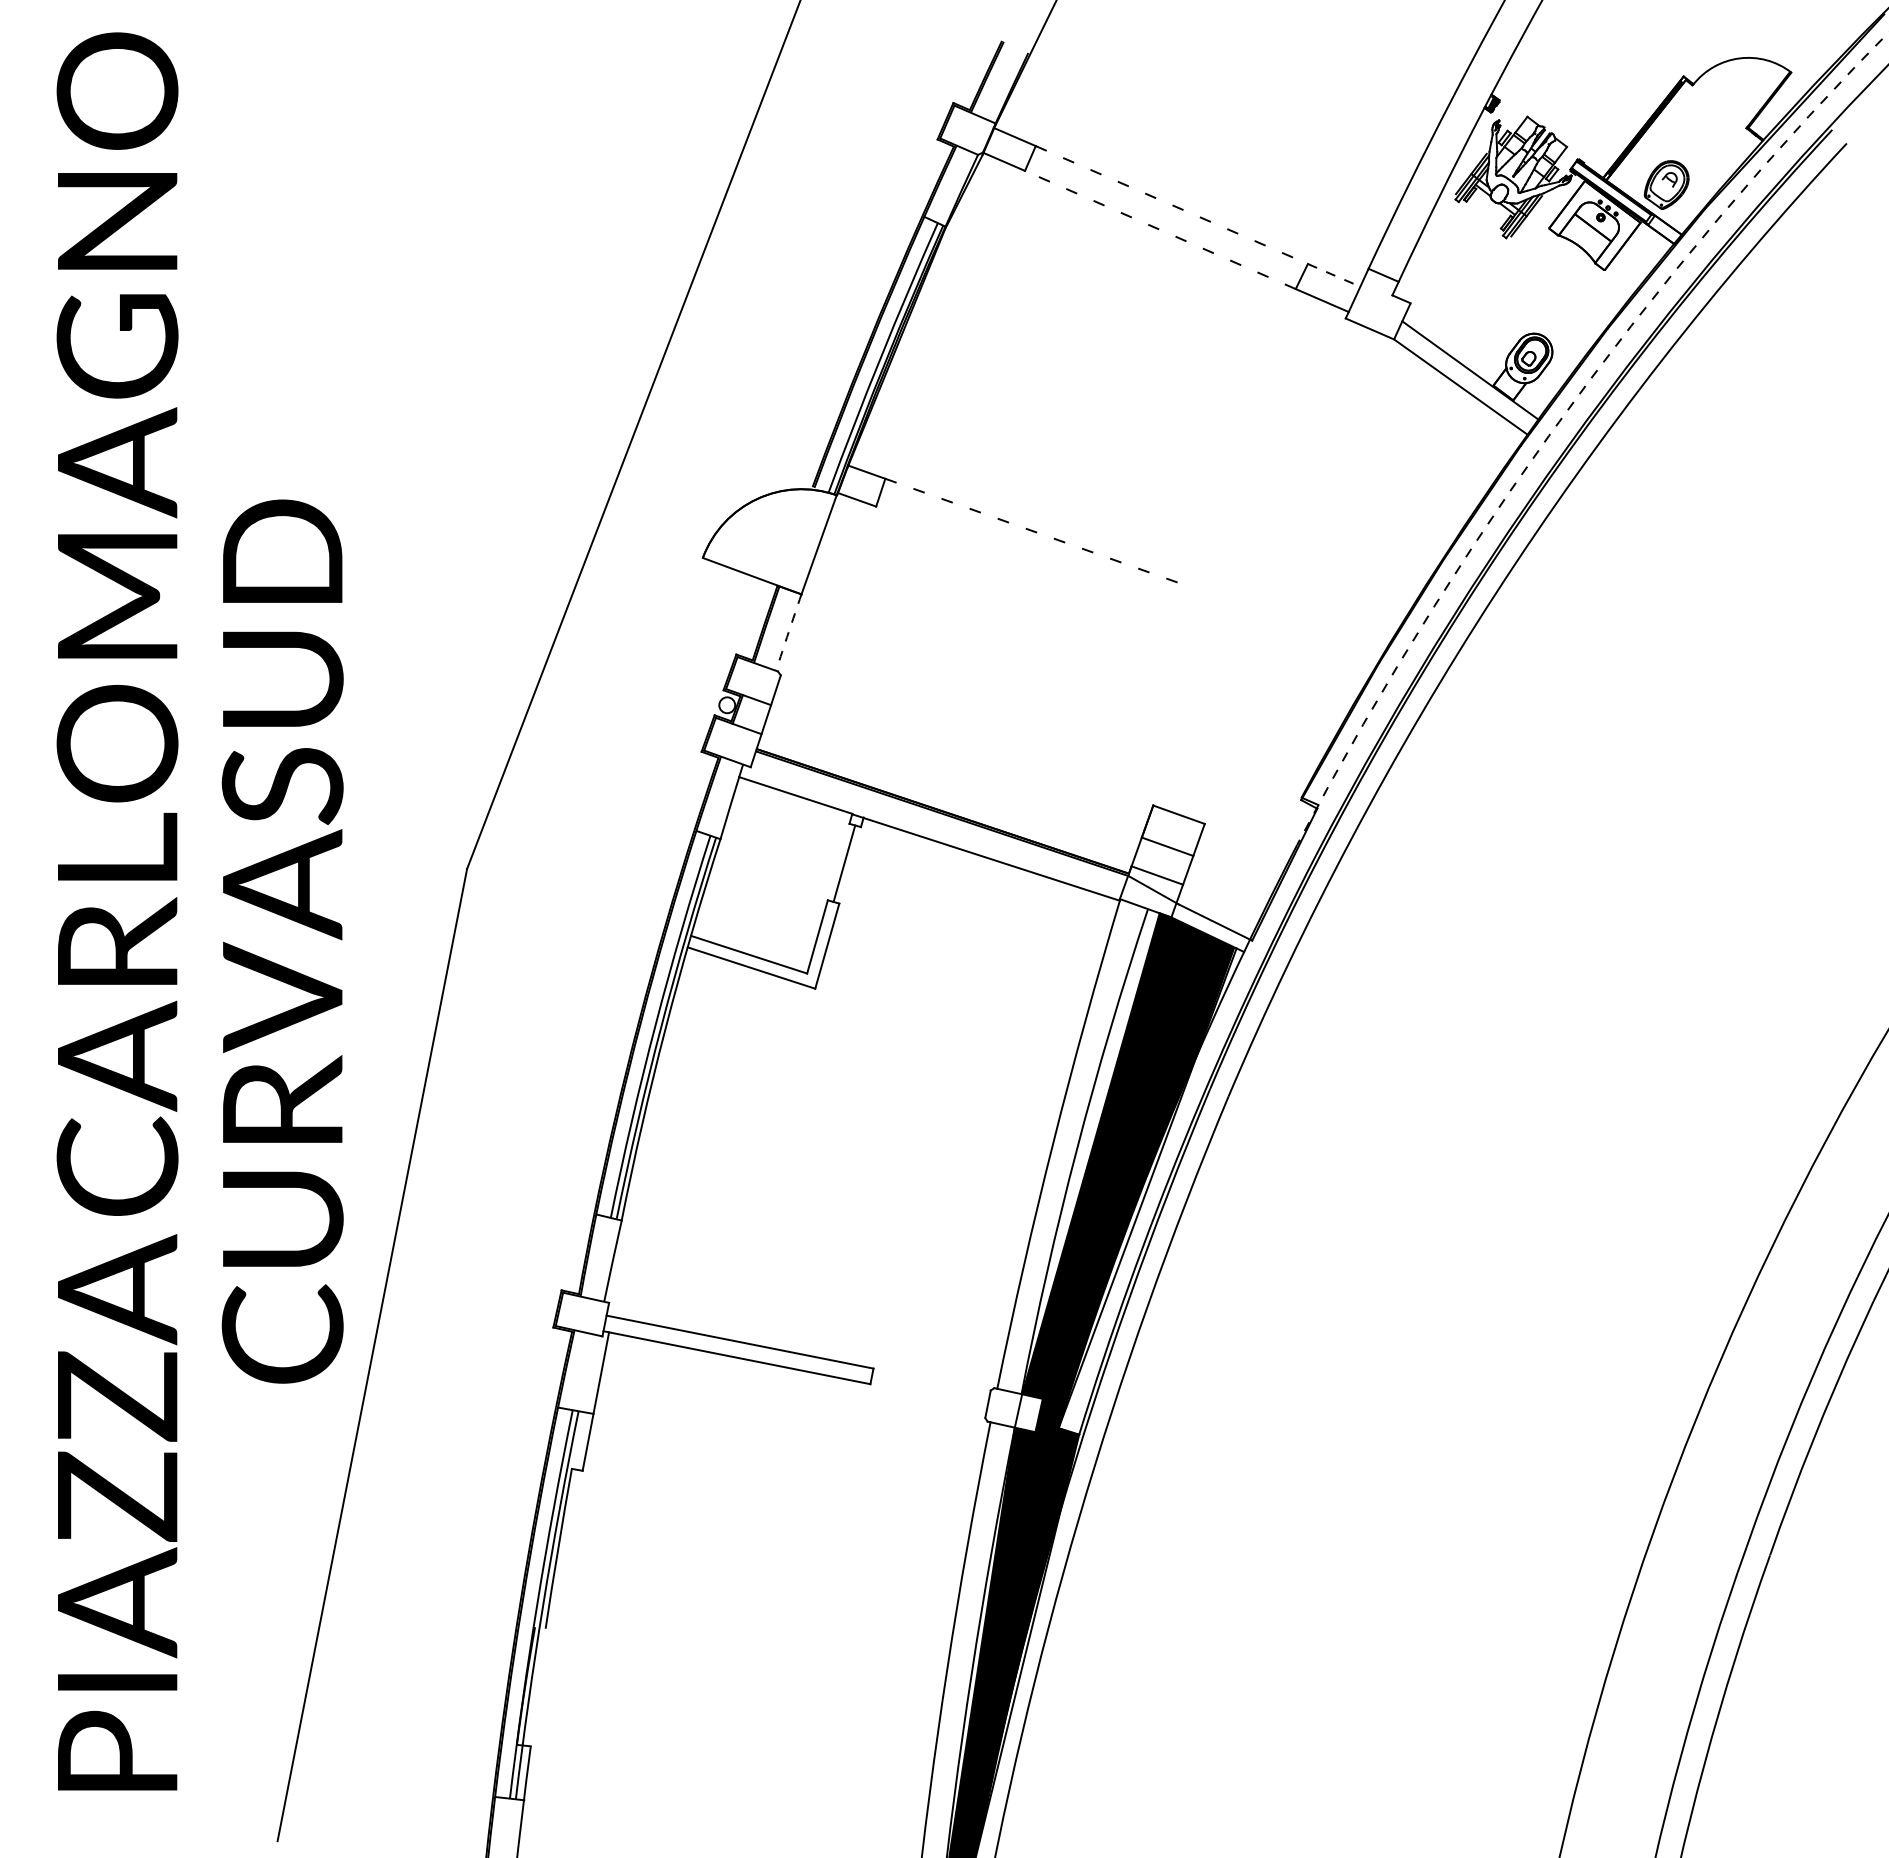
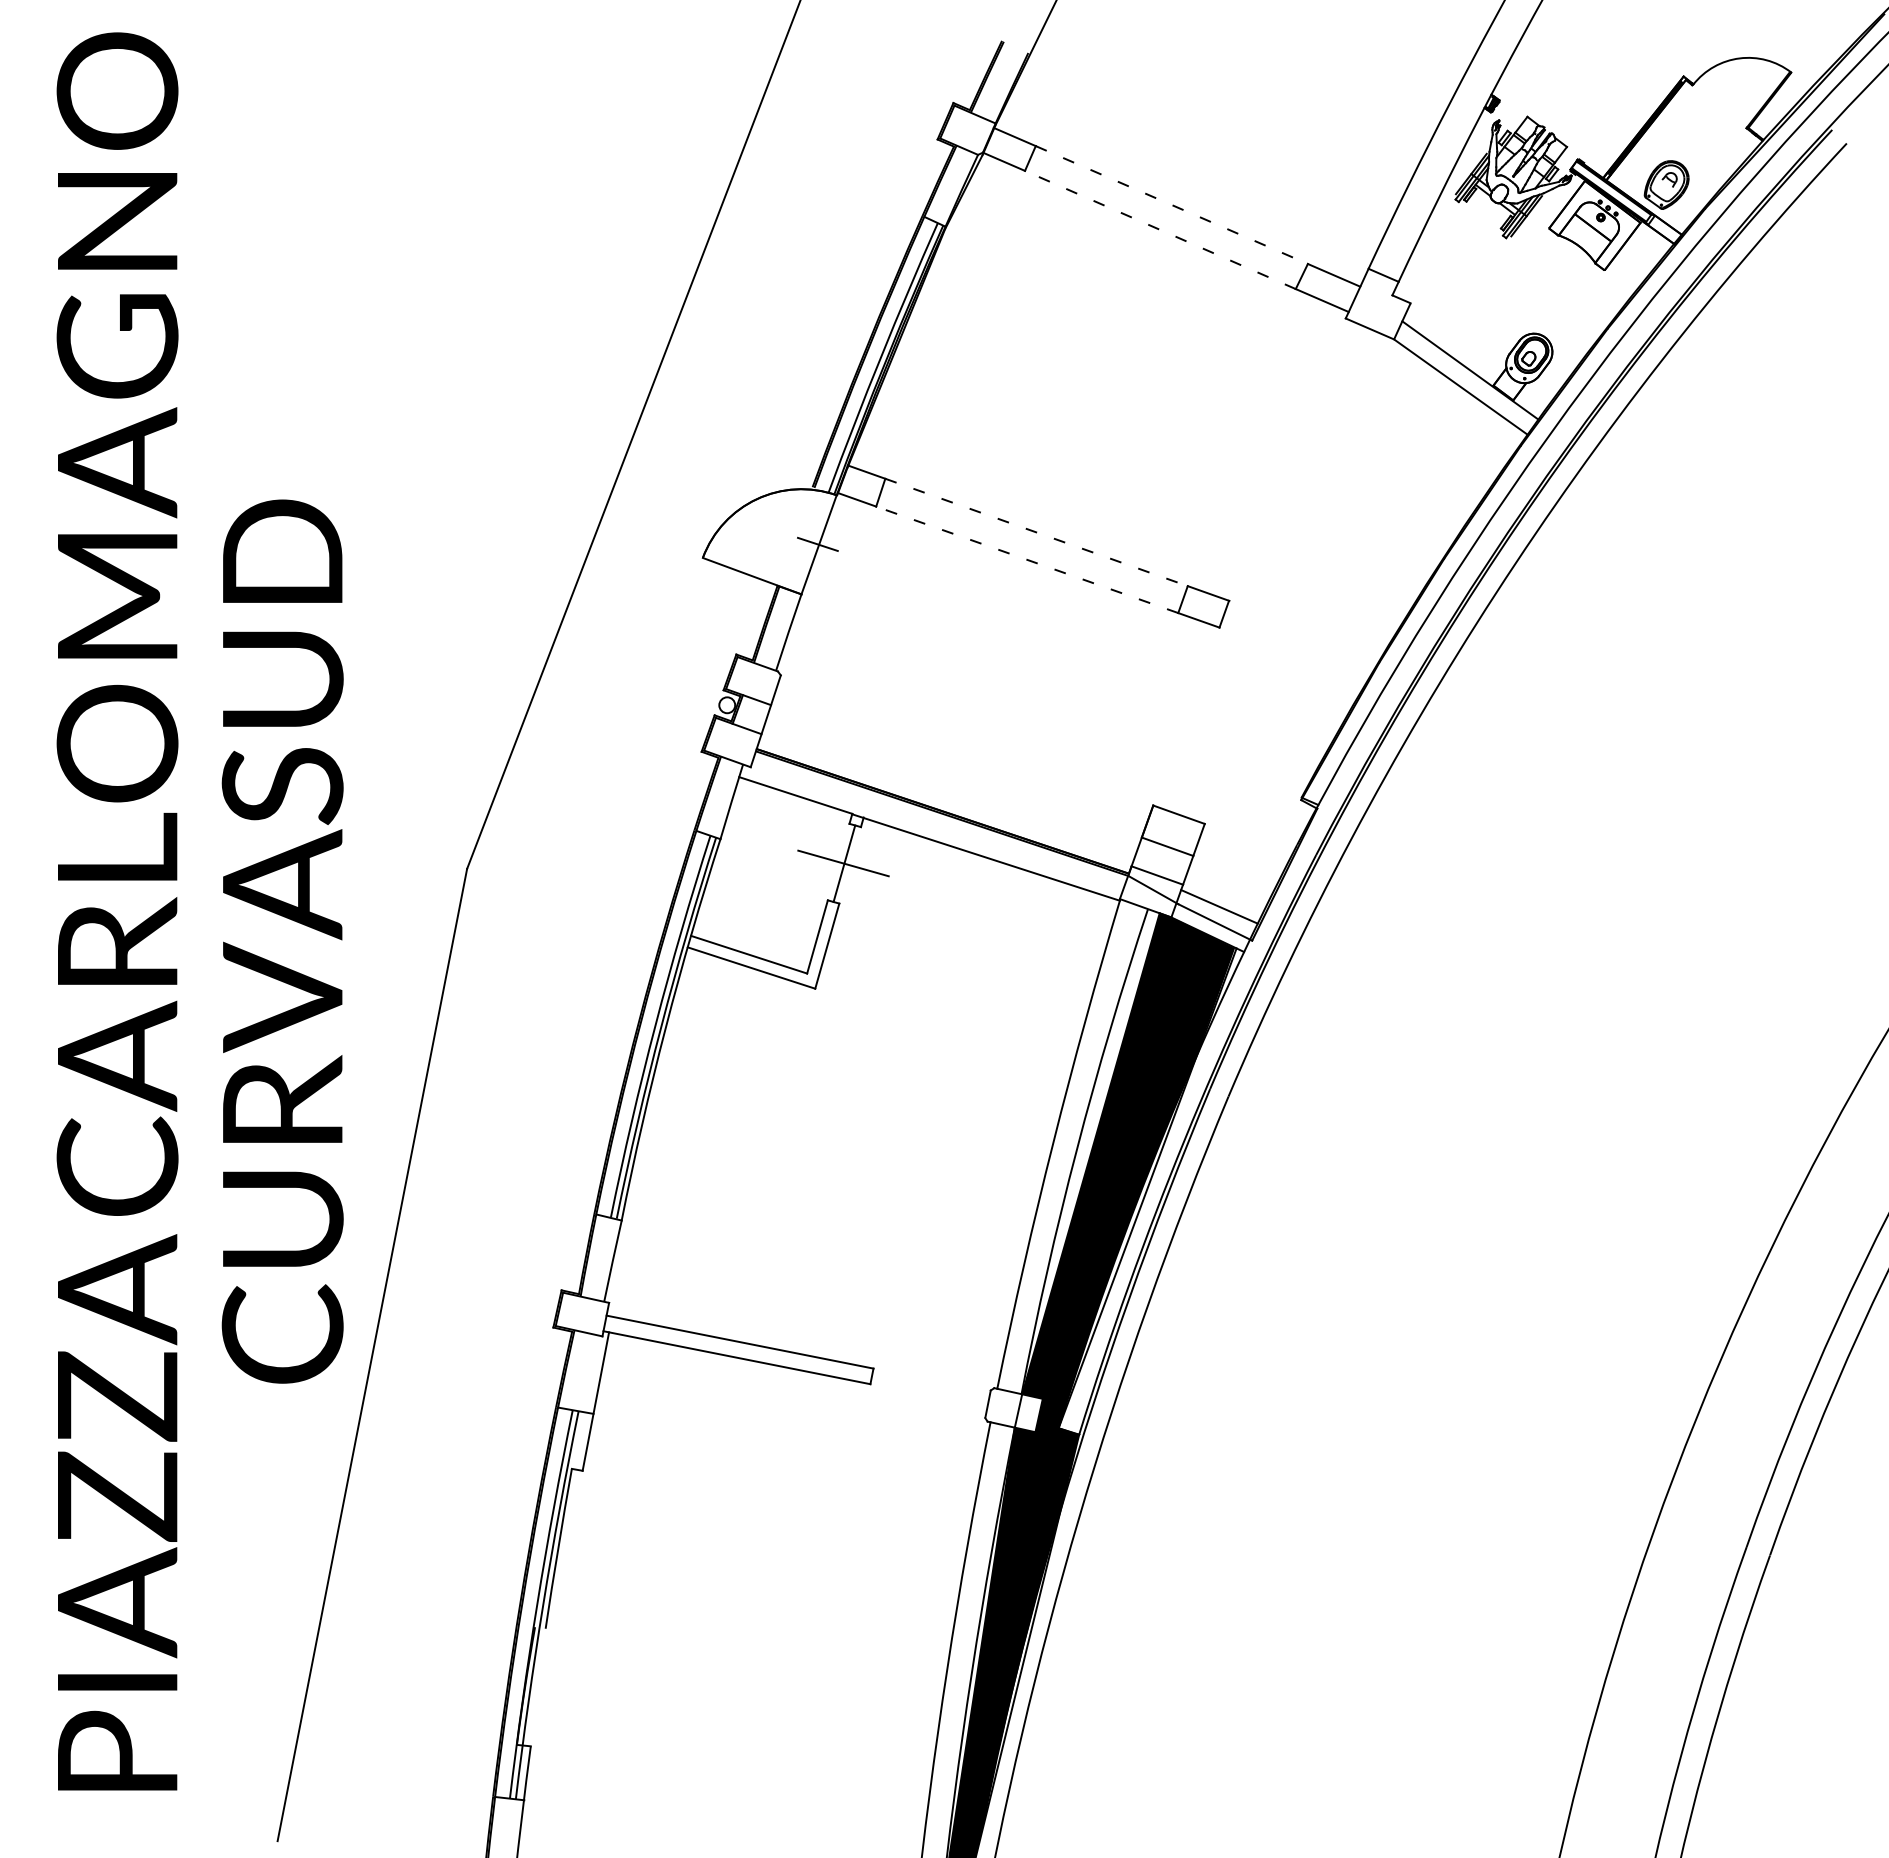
line at (1334, 275): dashed -> solid
arc at (1562, 417): dashed -> solid
line at (817, 543): none -> present
part at (1057, 568): none -> present
arc at (788, 632): dashed -> solid
line at (843, 863): none -> present
line at (1219, 906): none -> present
